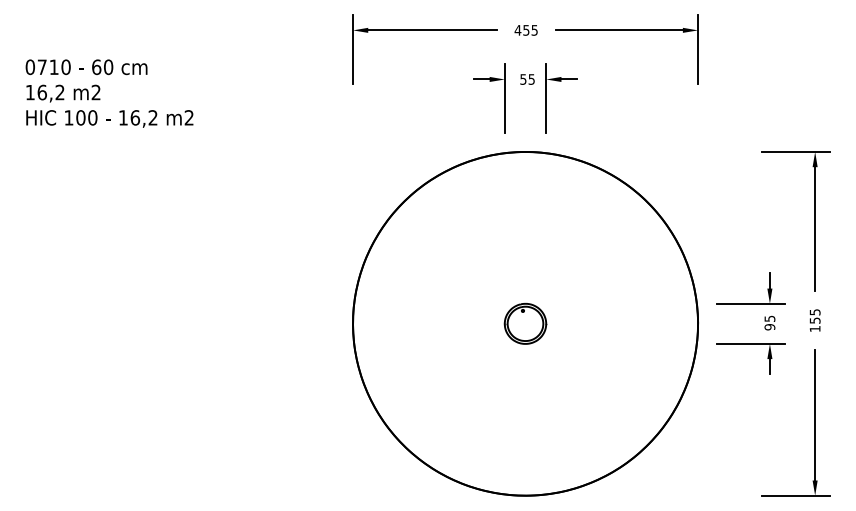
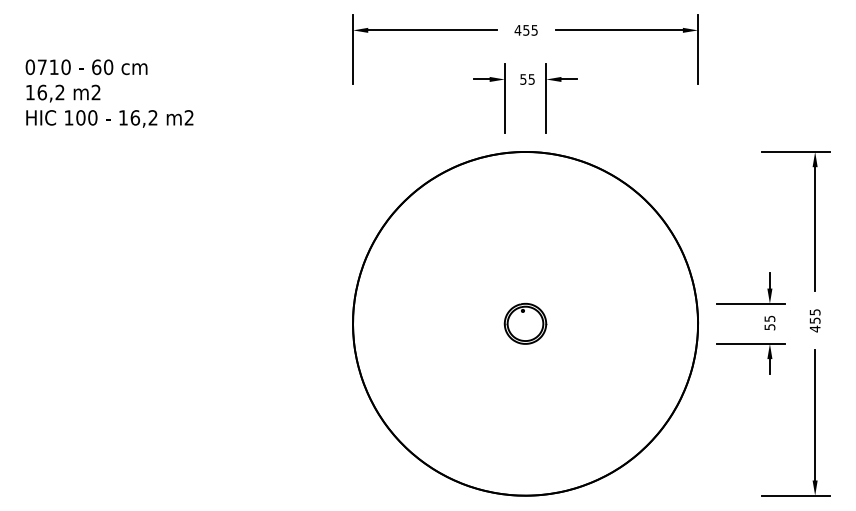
text at (769, 327): 95 -> 55
text at (814, 328): 155 -> 455
